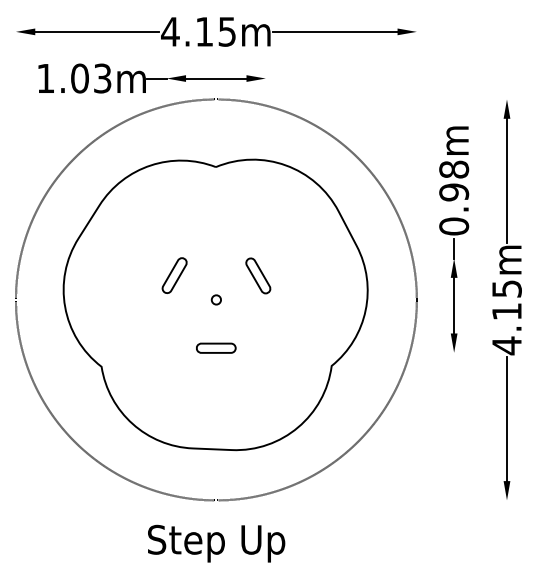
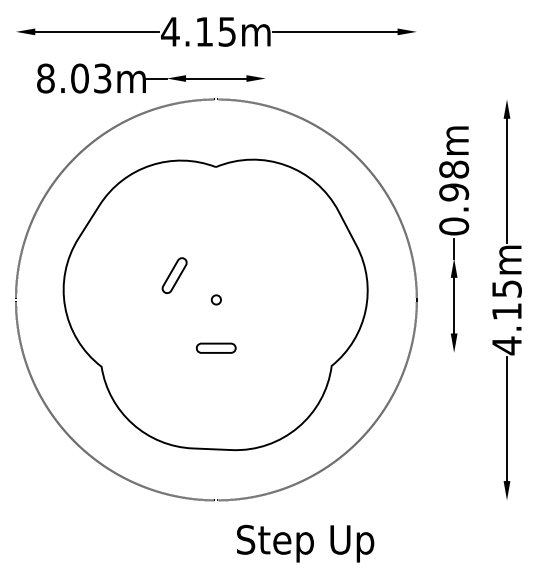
text at (45, 78): 1.03m -> 8.03m
part at (258, 275): present -> none
text at (216, 543) position: (216, 543) -> (305, 543)
